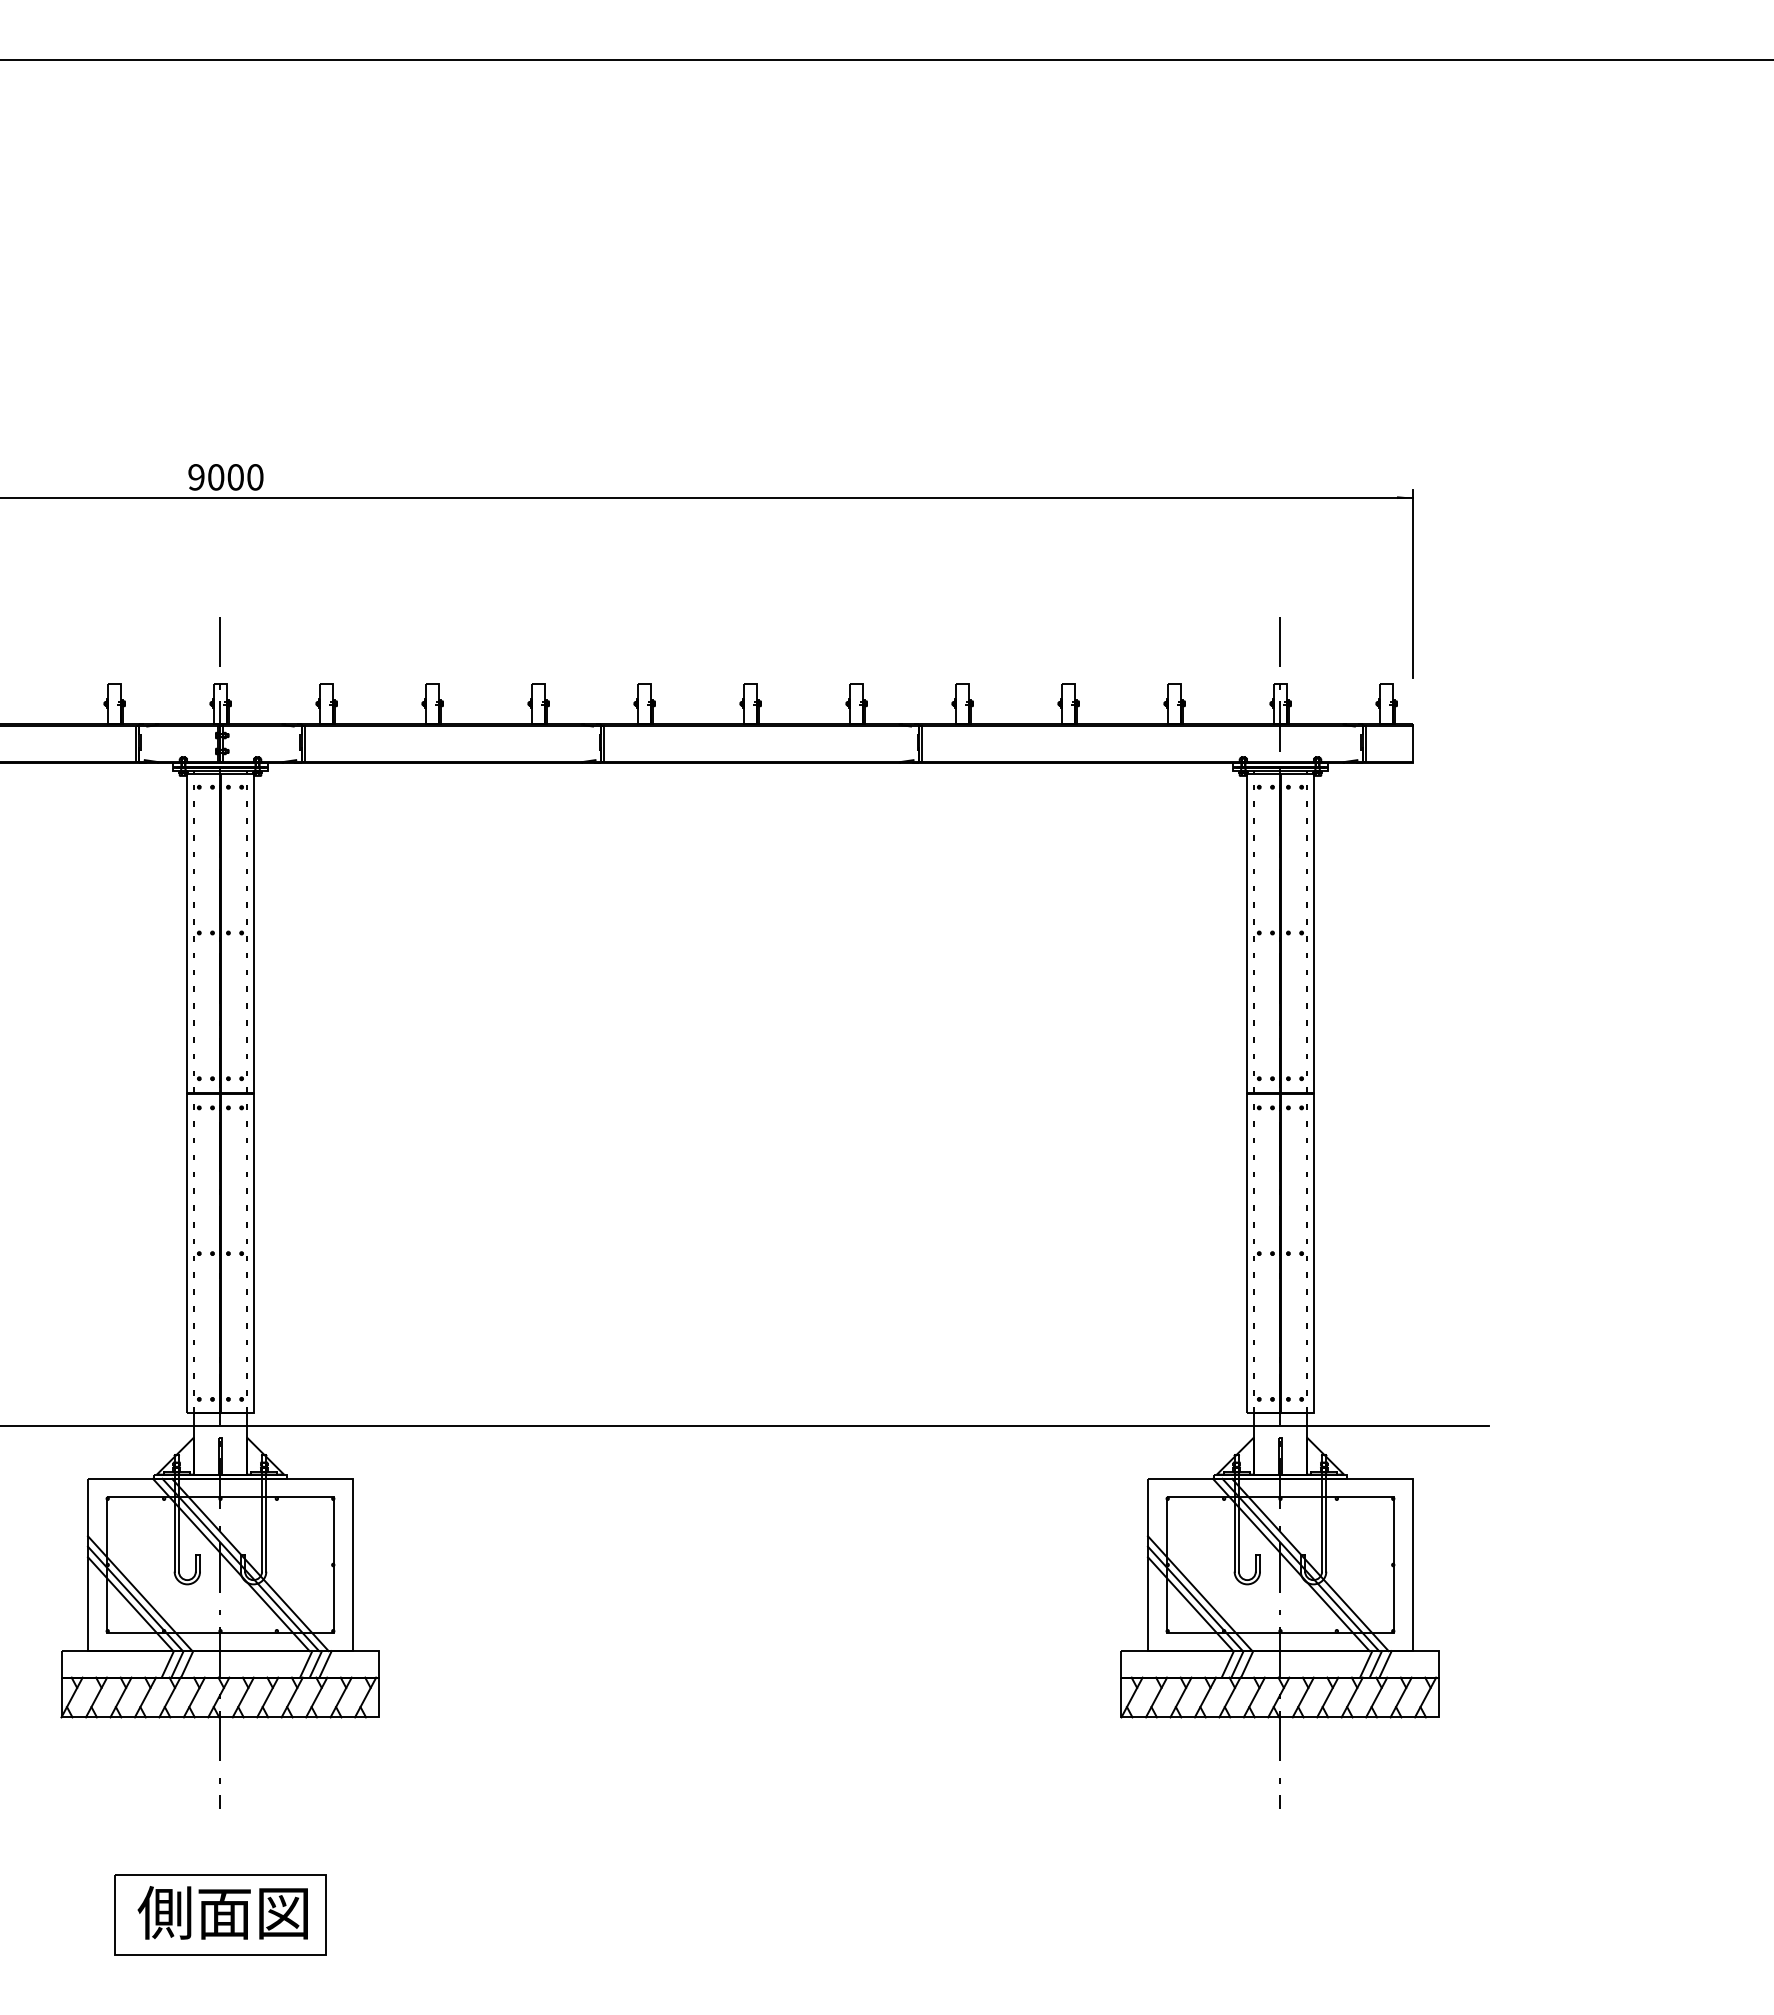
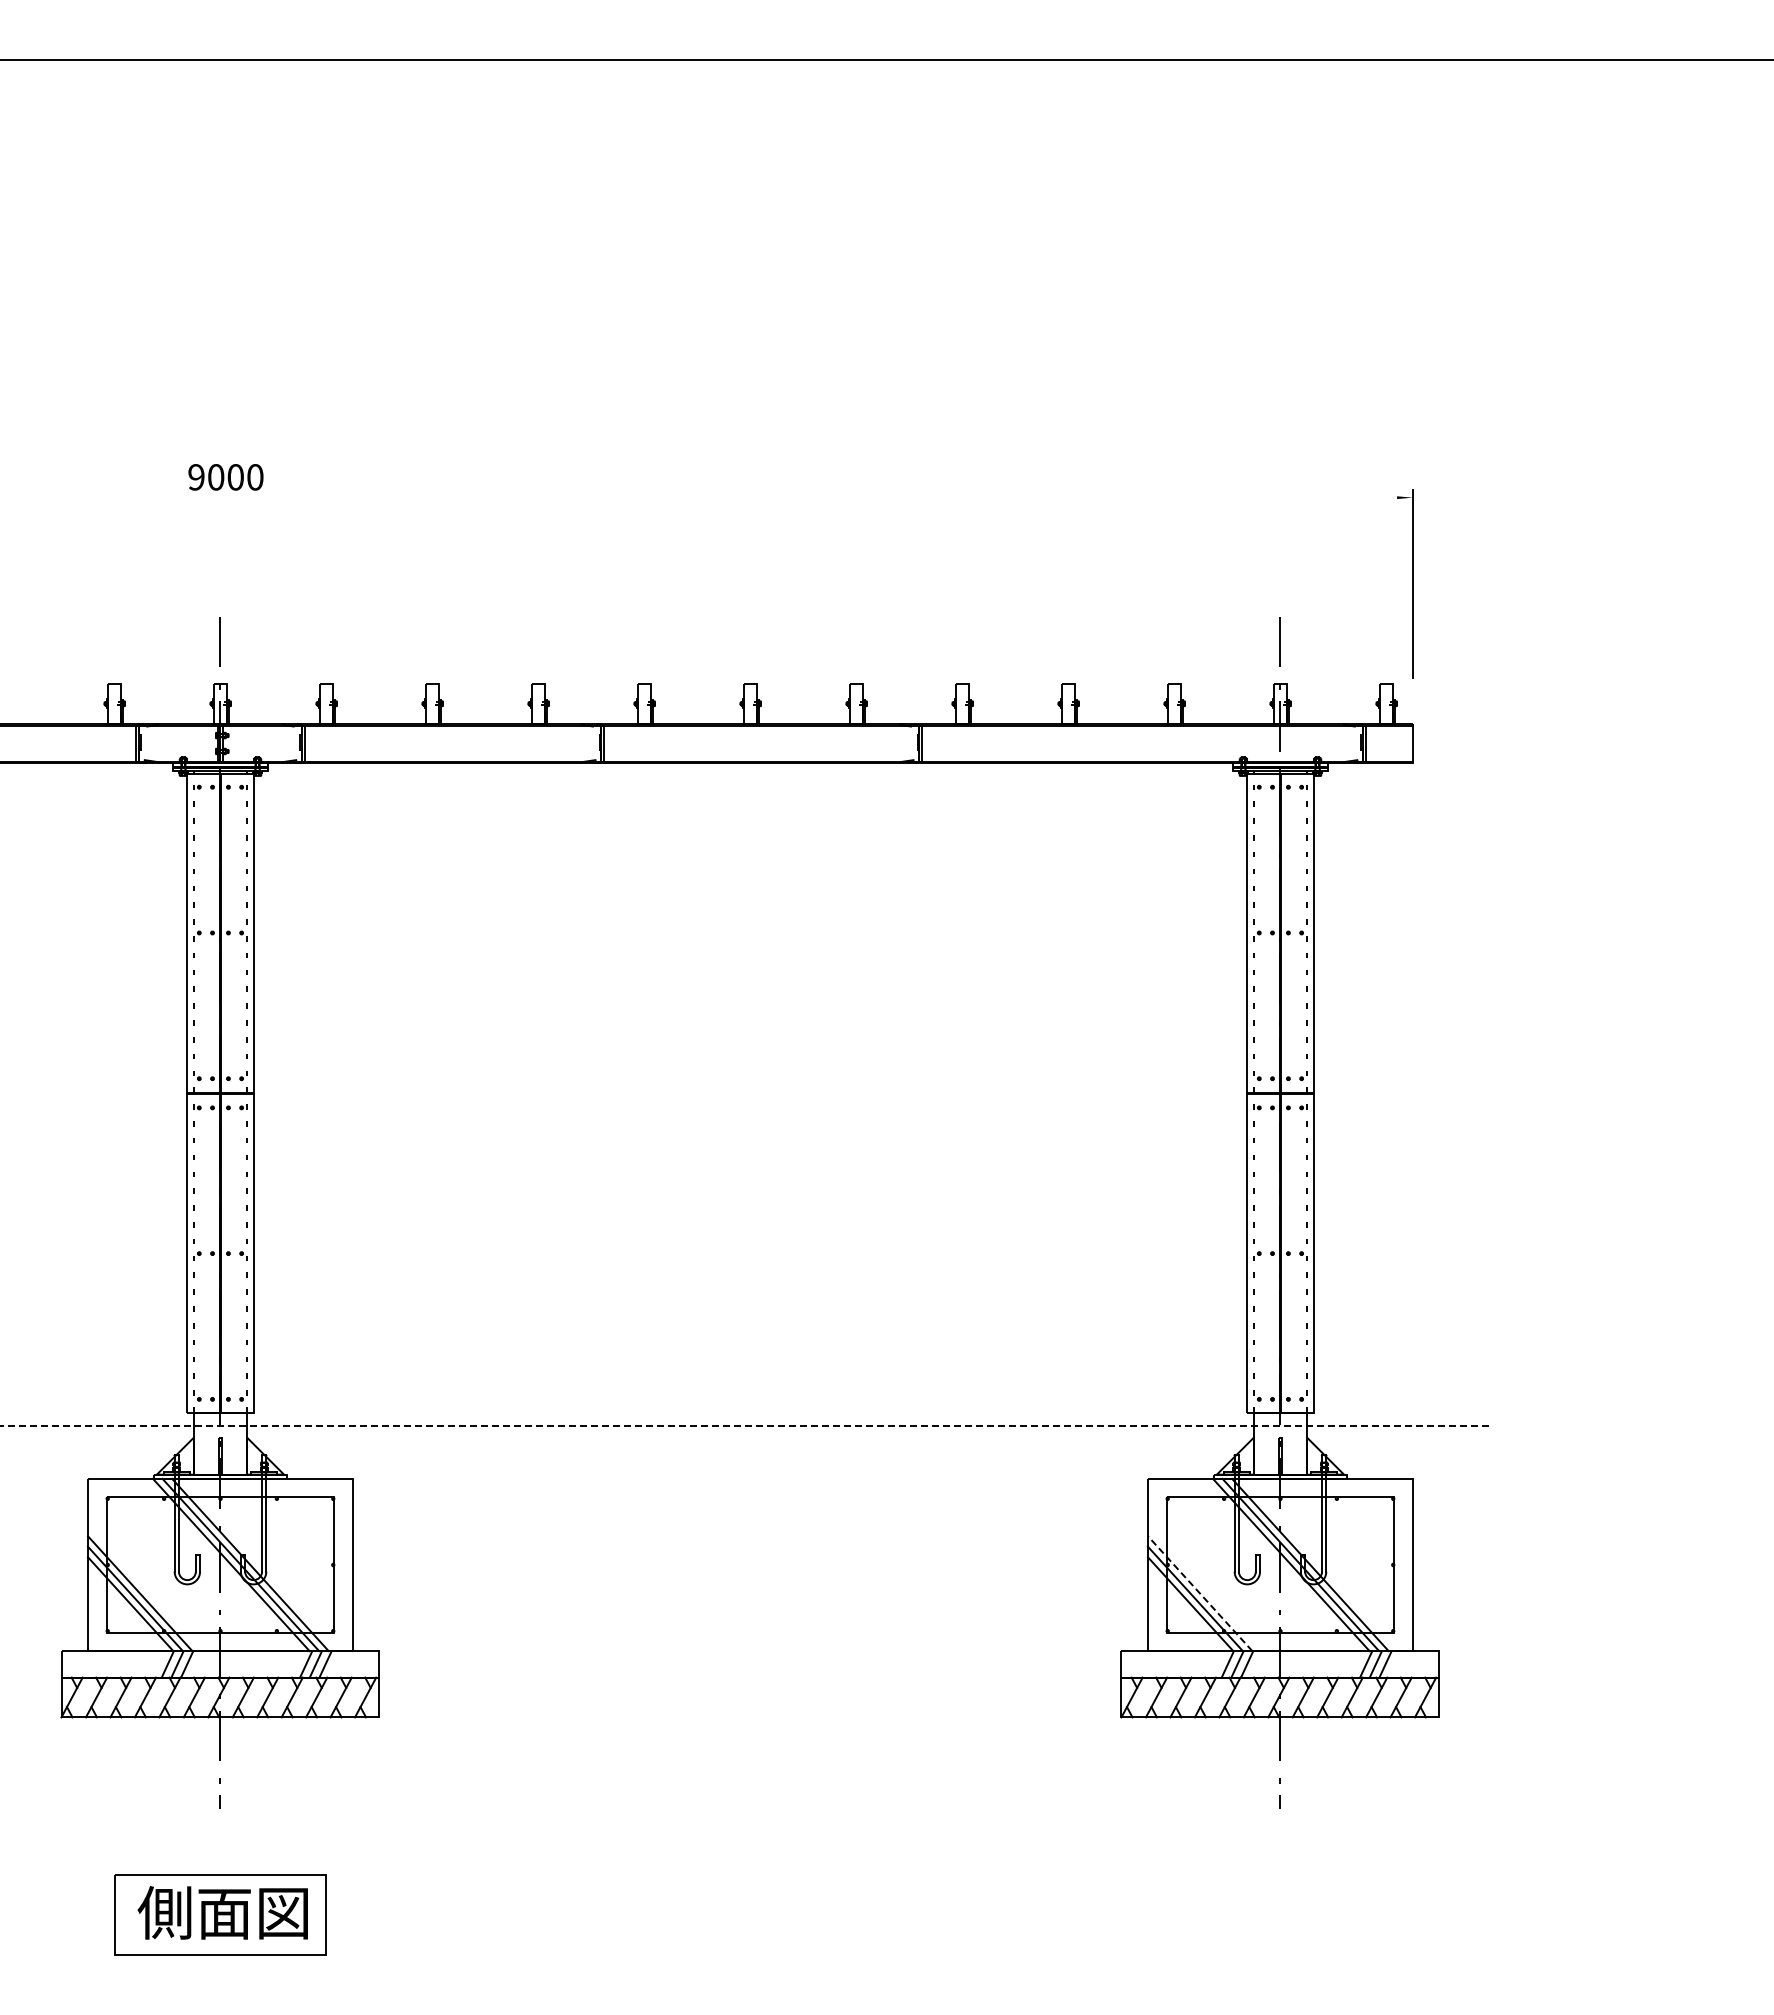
line at (707, 497): present -> none
line at (744, 1425): solid -> dashed
line at (1200, 1593): solid -> dashed
